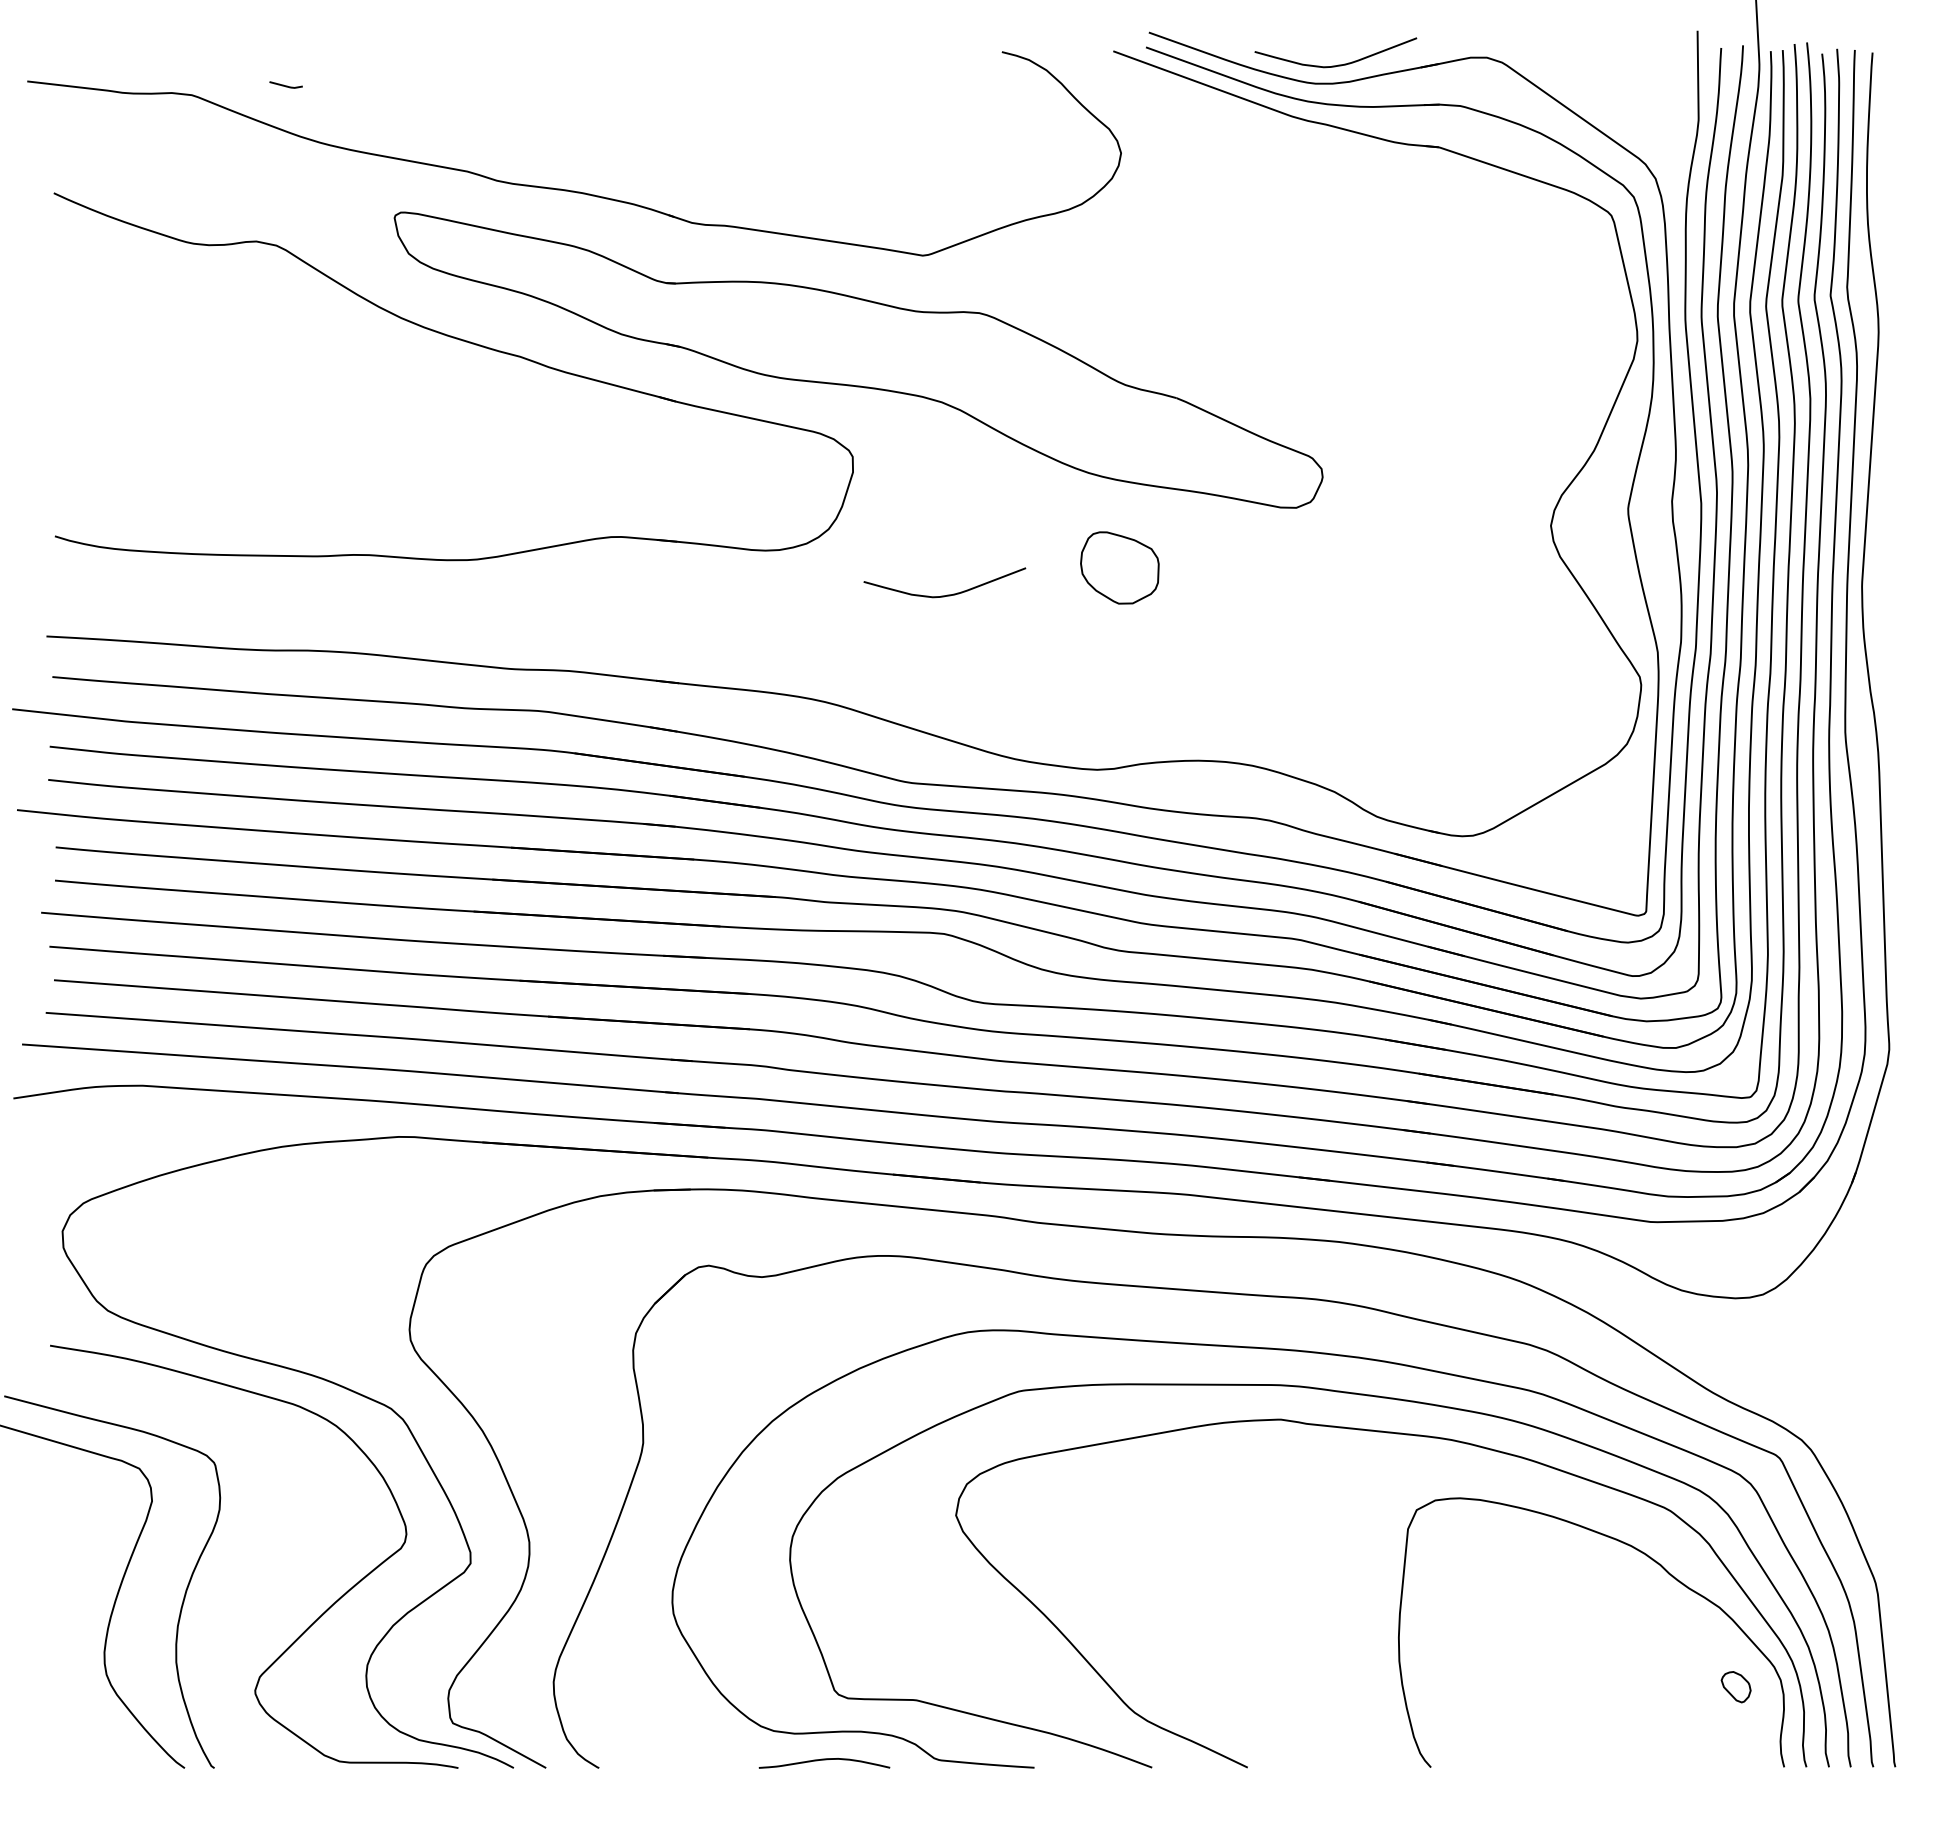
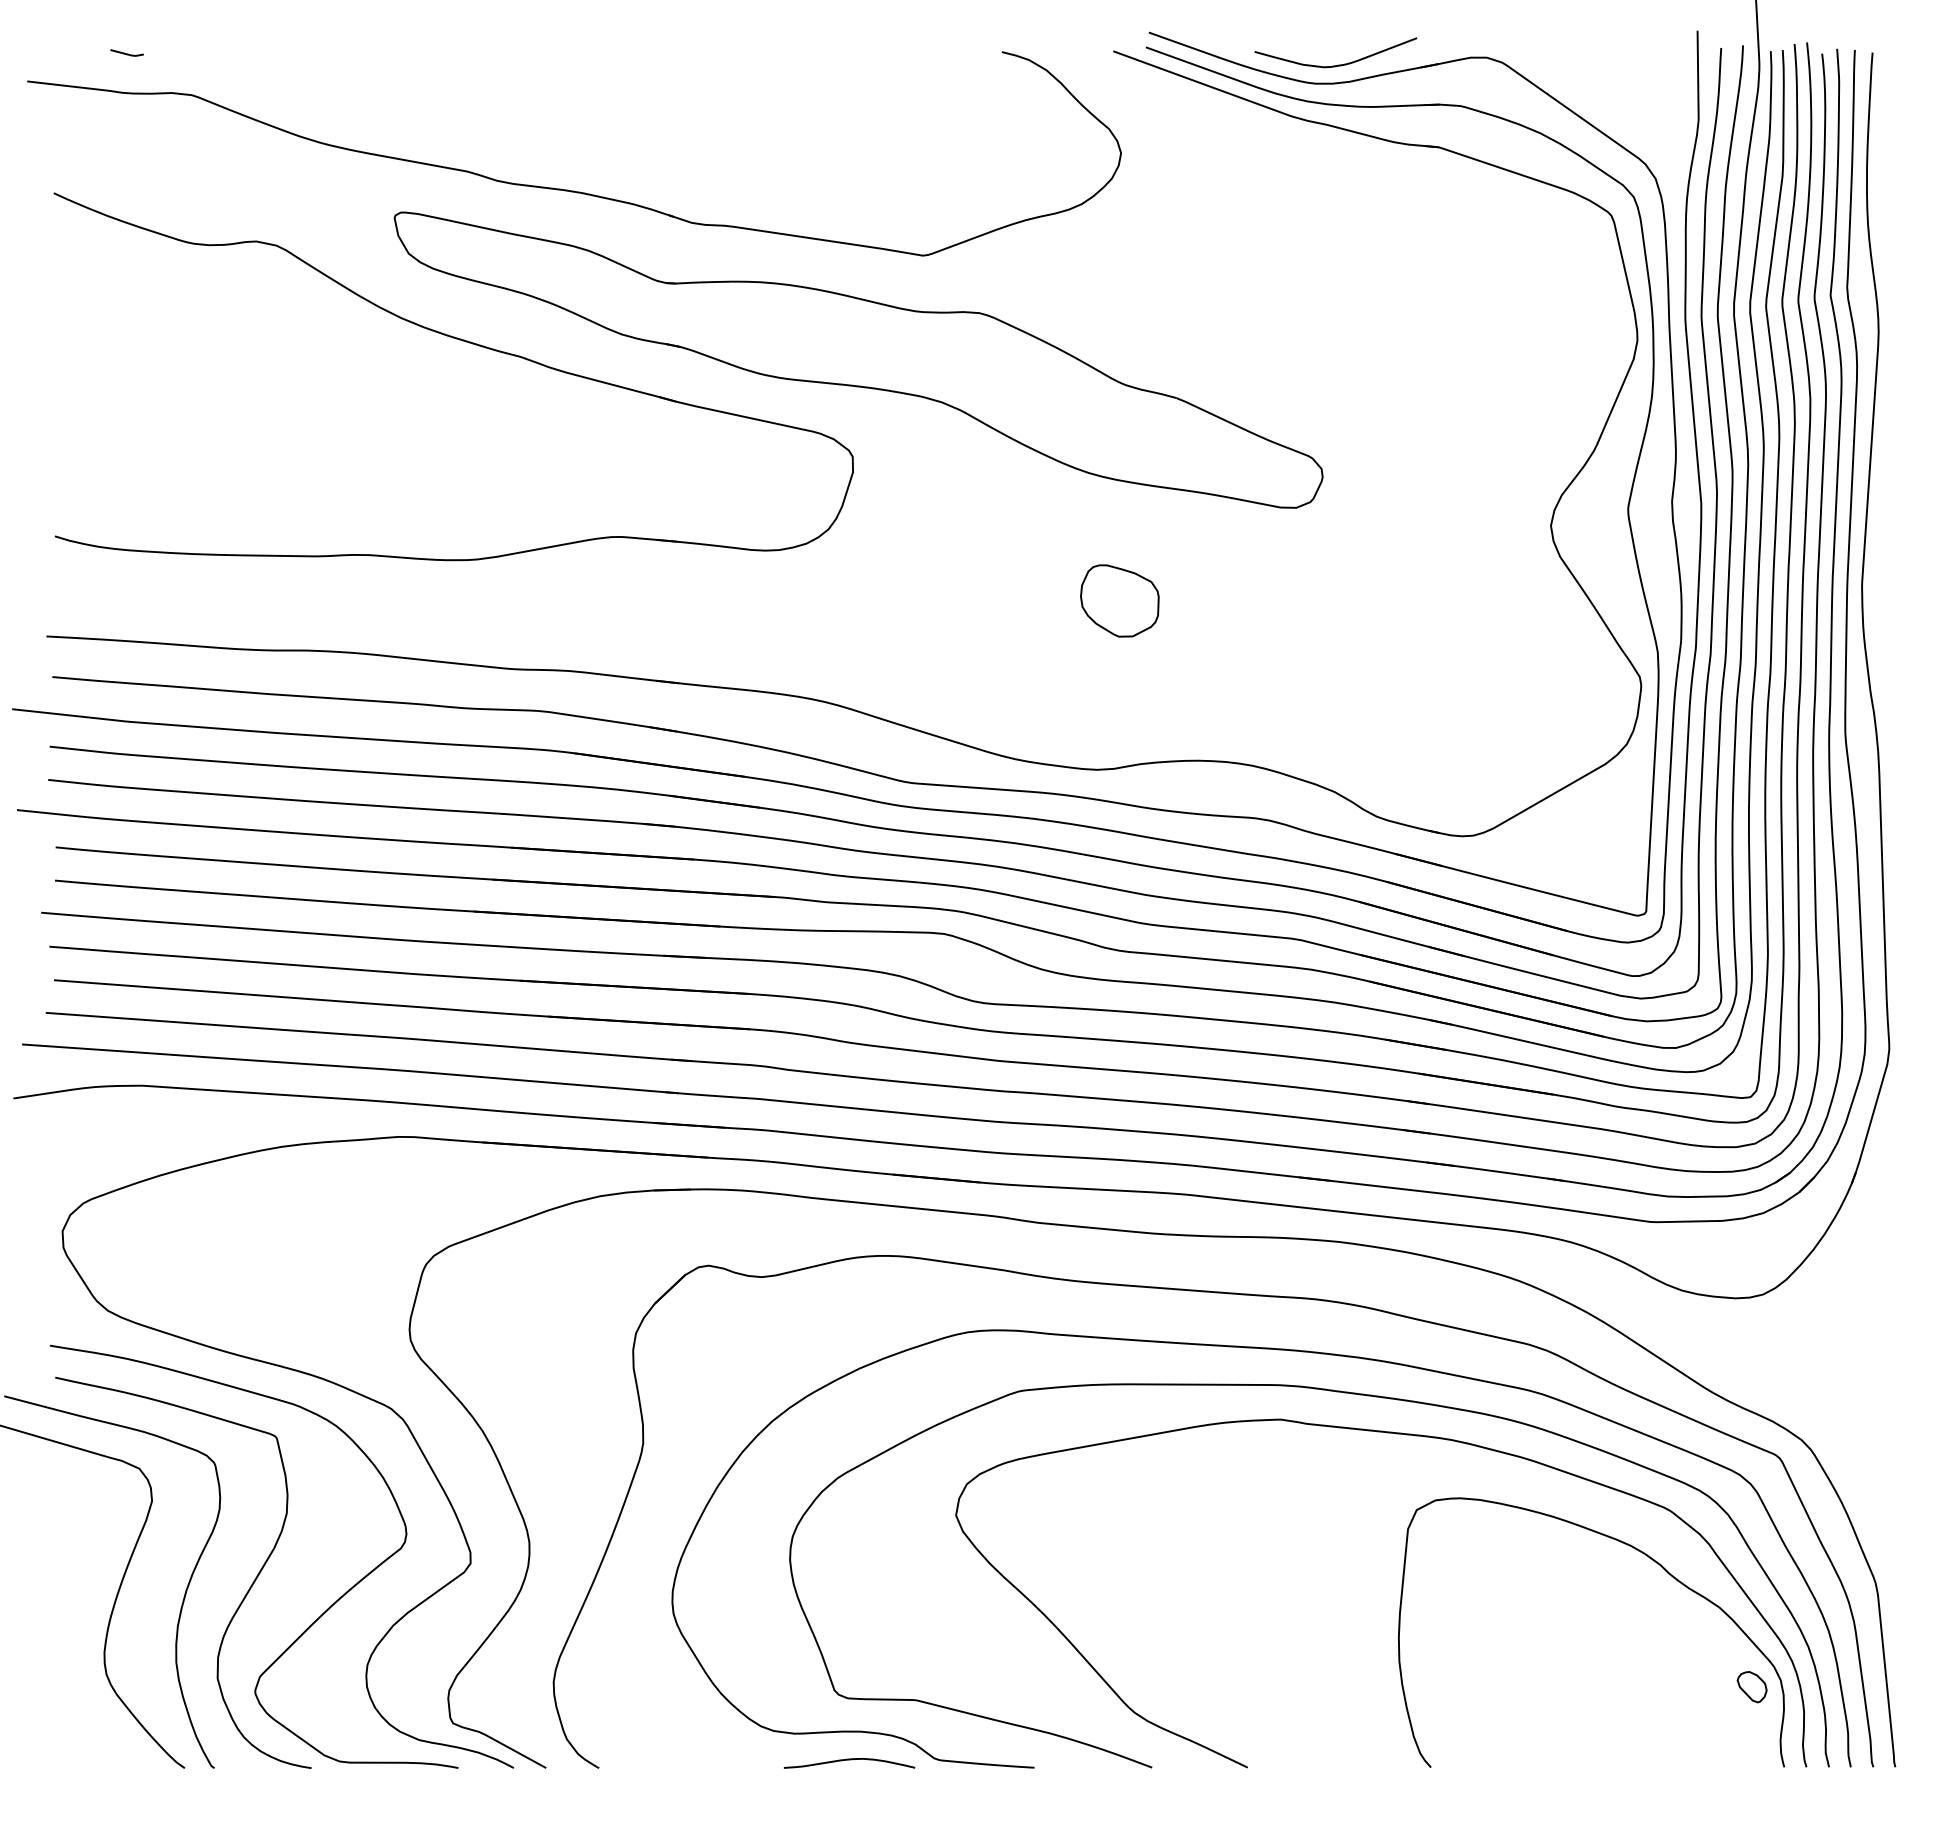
line at (285, 85) position: (285, 85) -> (126, 53)
part at (1119, 567) position: (1119, 567) -> (1119, 600)
curve at (947, 594): present -> none
curve at (237, 1607): none -> present
part at (1735, 1687) position: (1735, 1687) -> (1751, 1687)
curve at (824, 1760) position: (824, 1760) -> (849, 1760)
